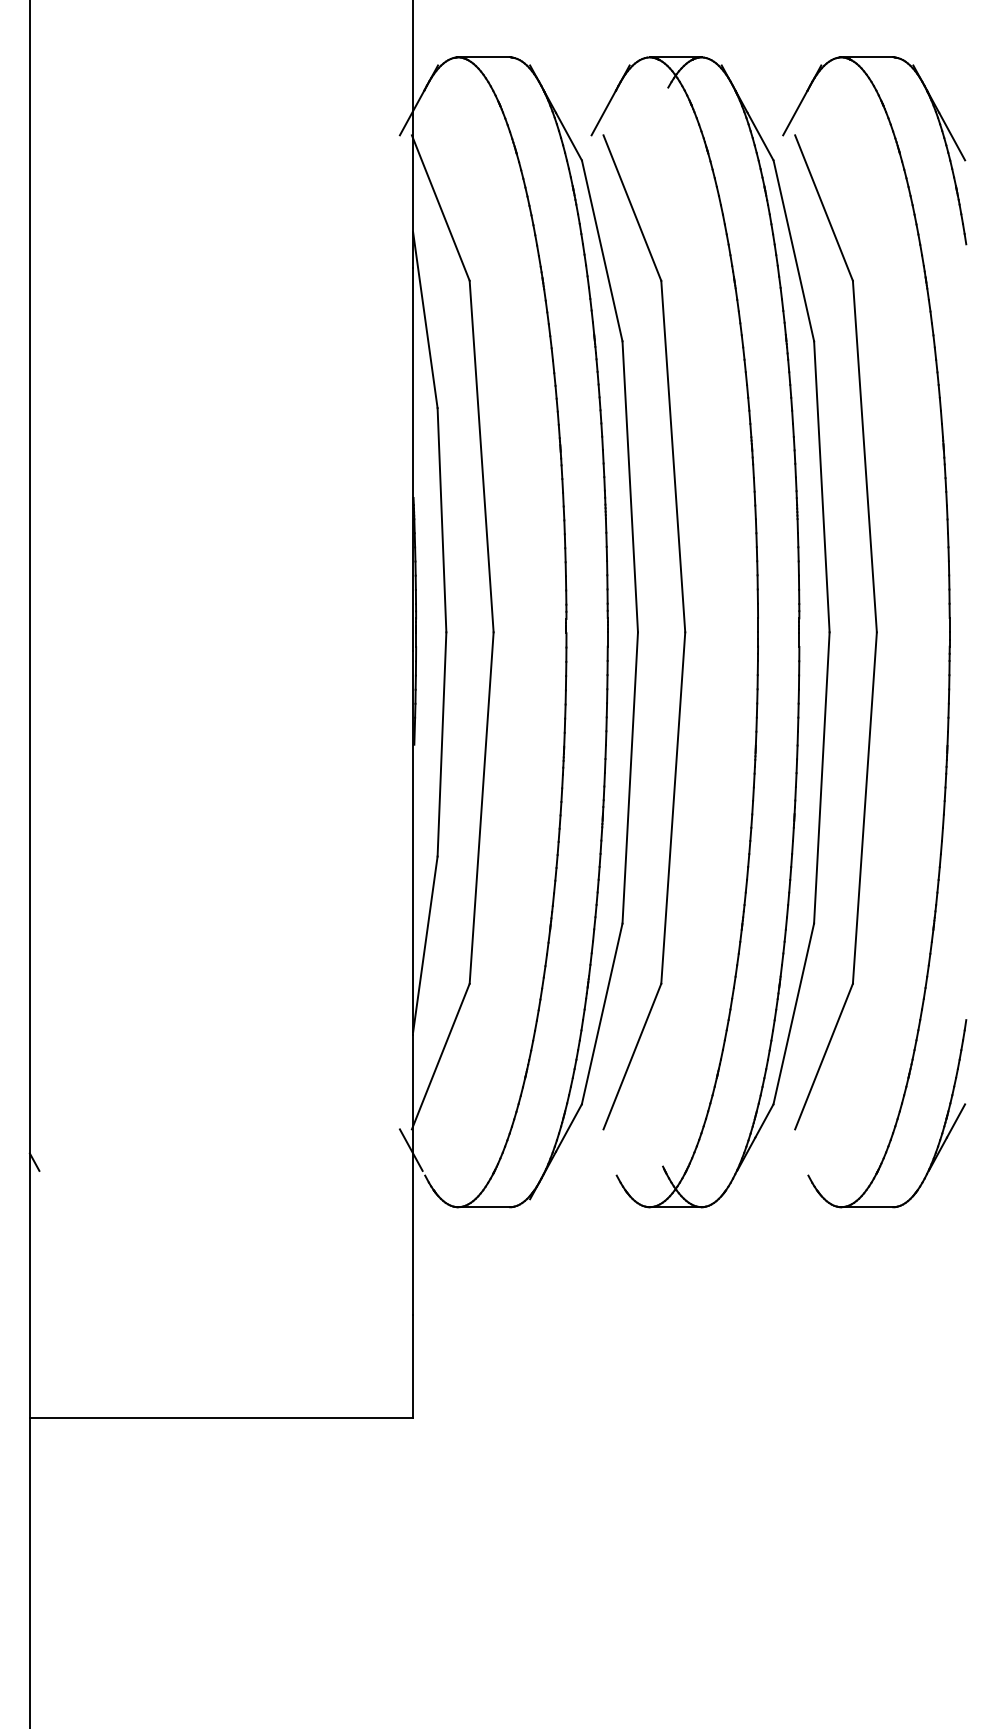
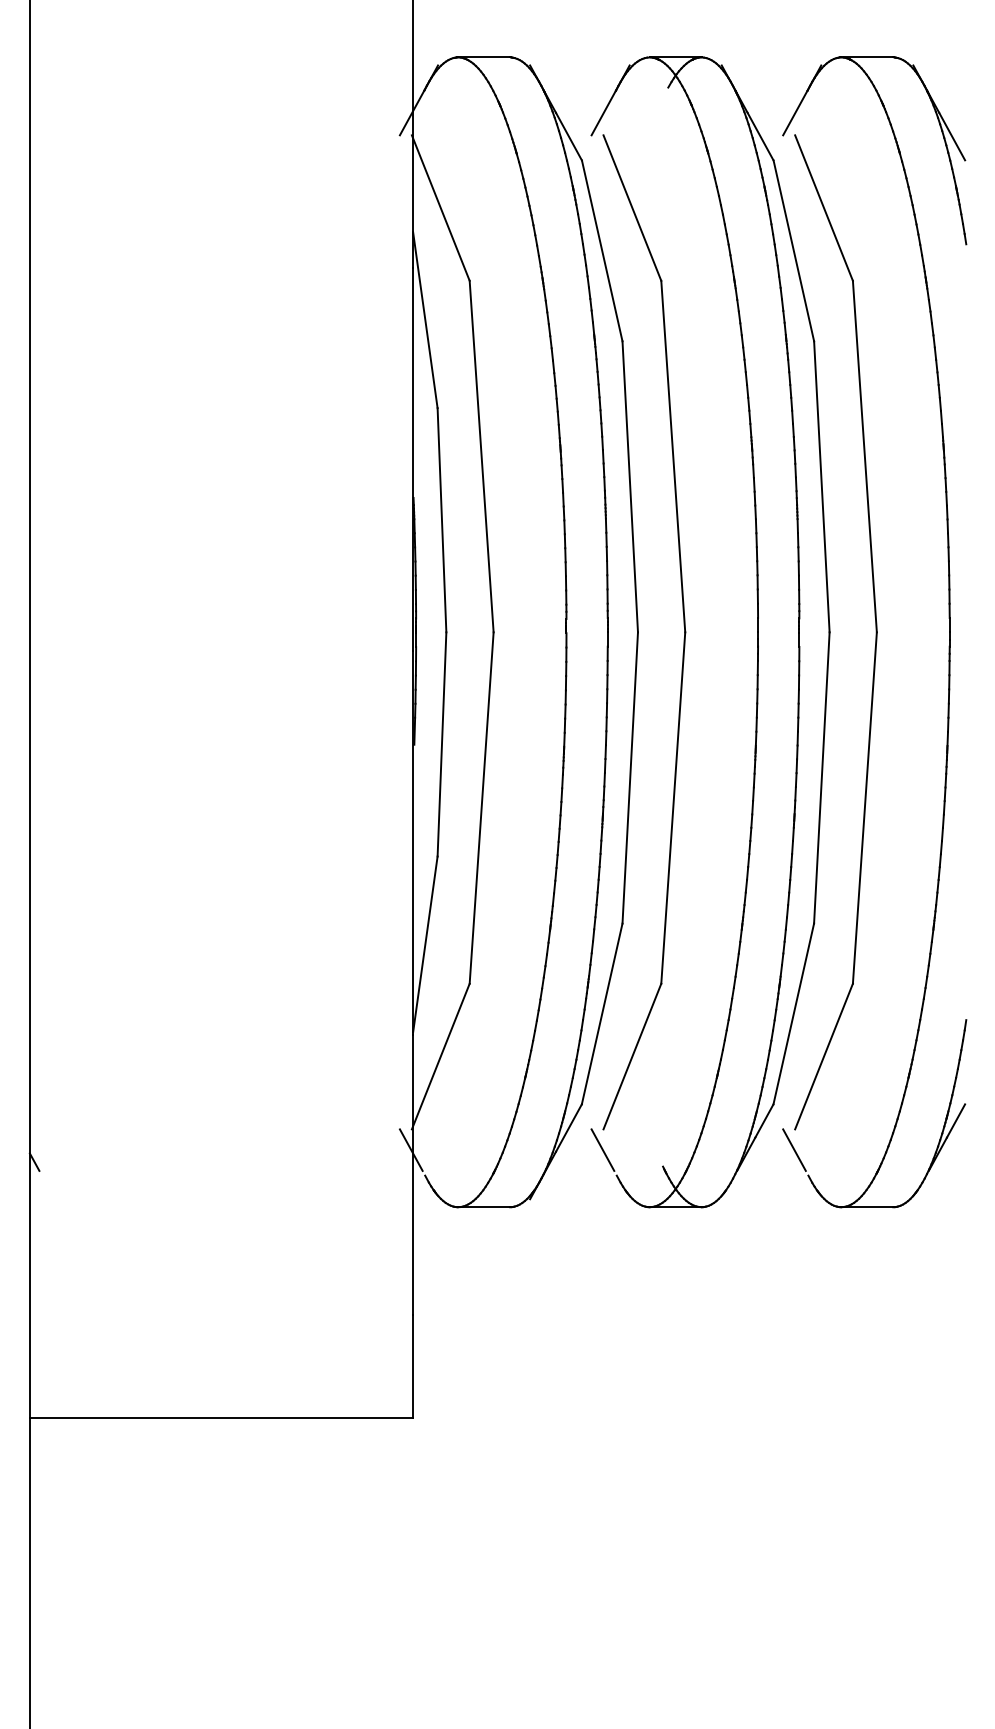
line at (602, 1149): none -> present
line at (794, 1149): none -> present
